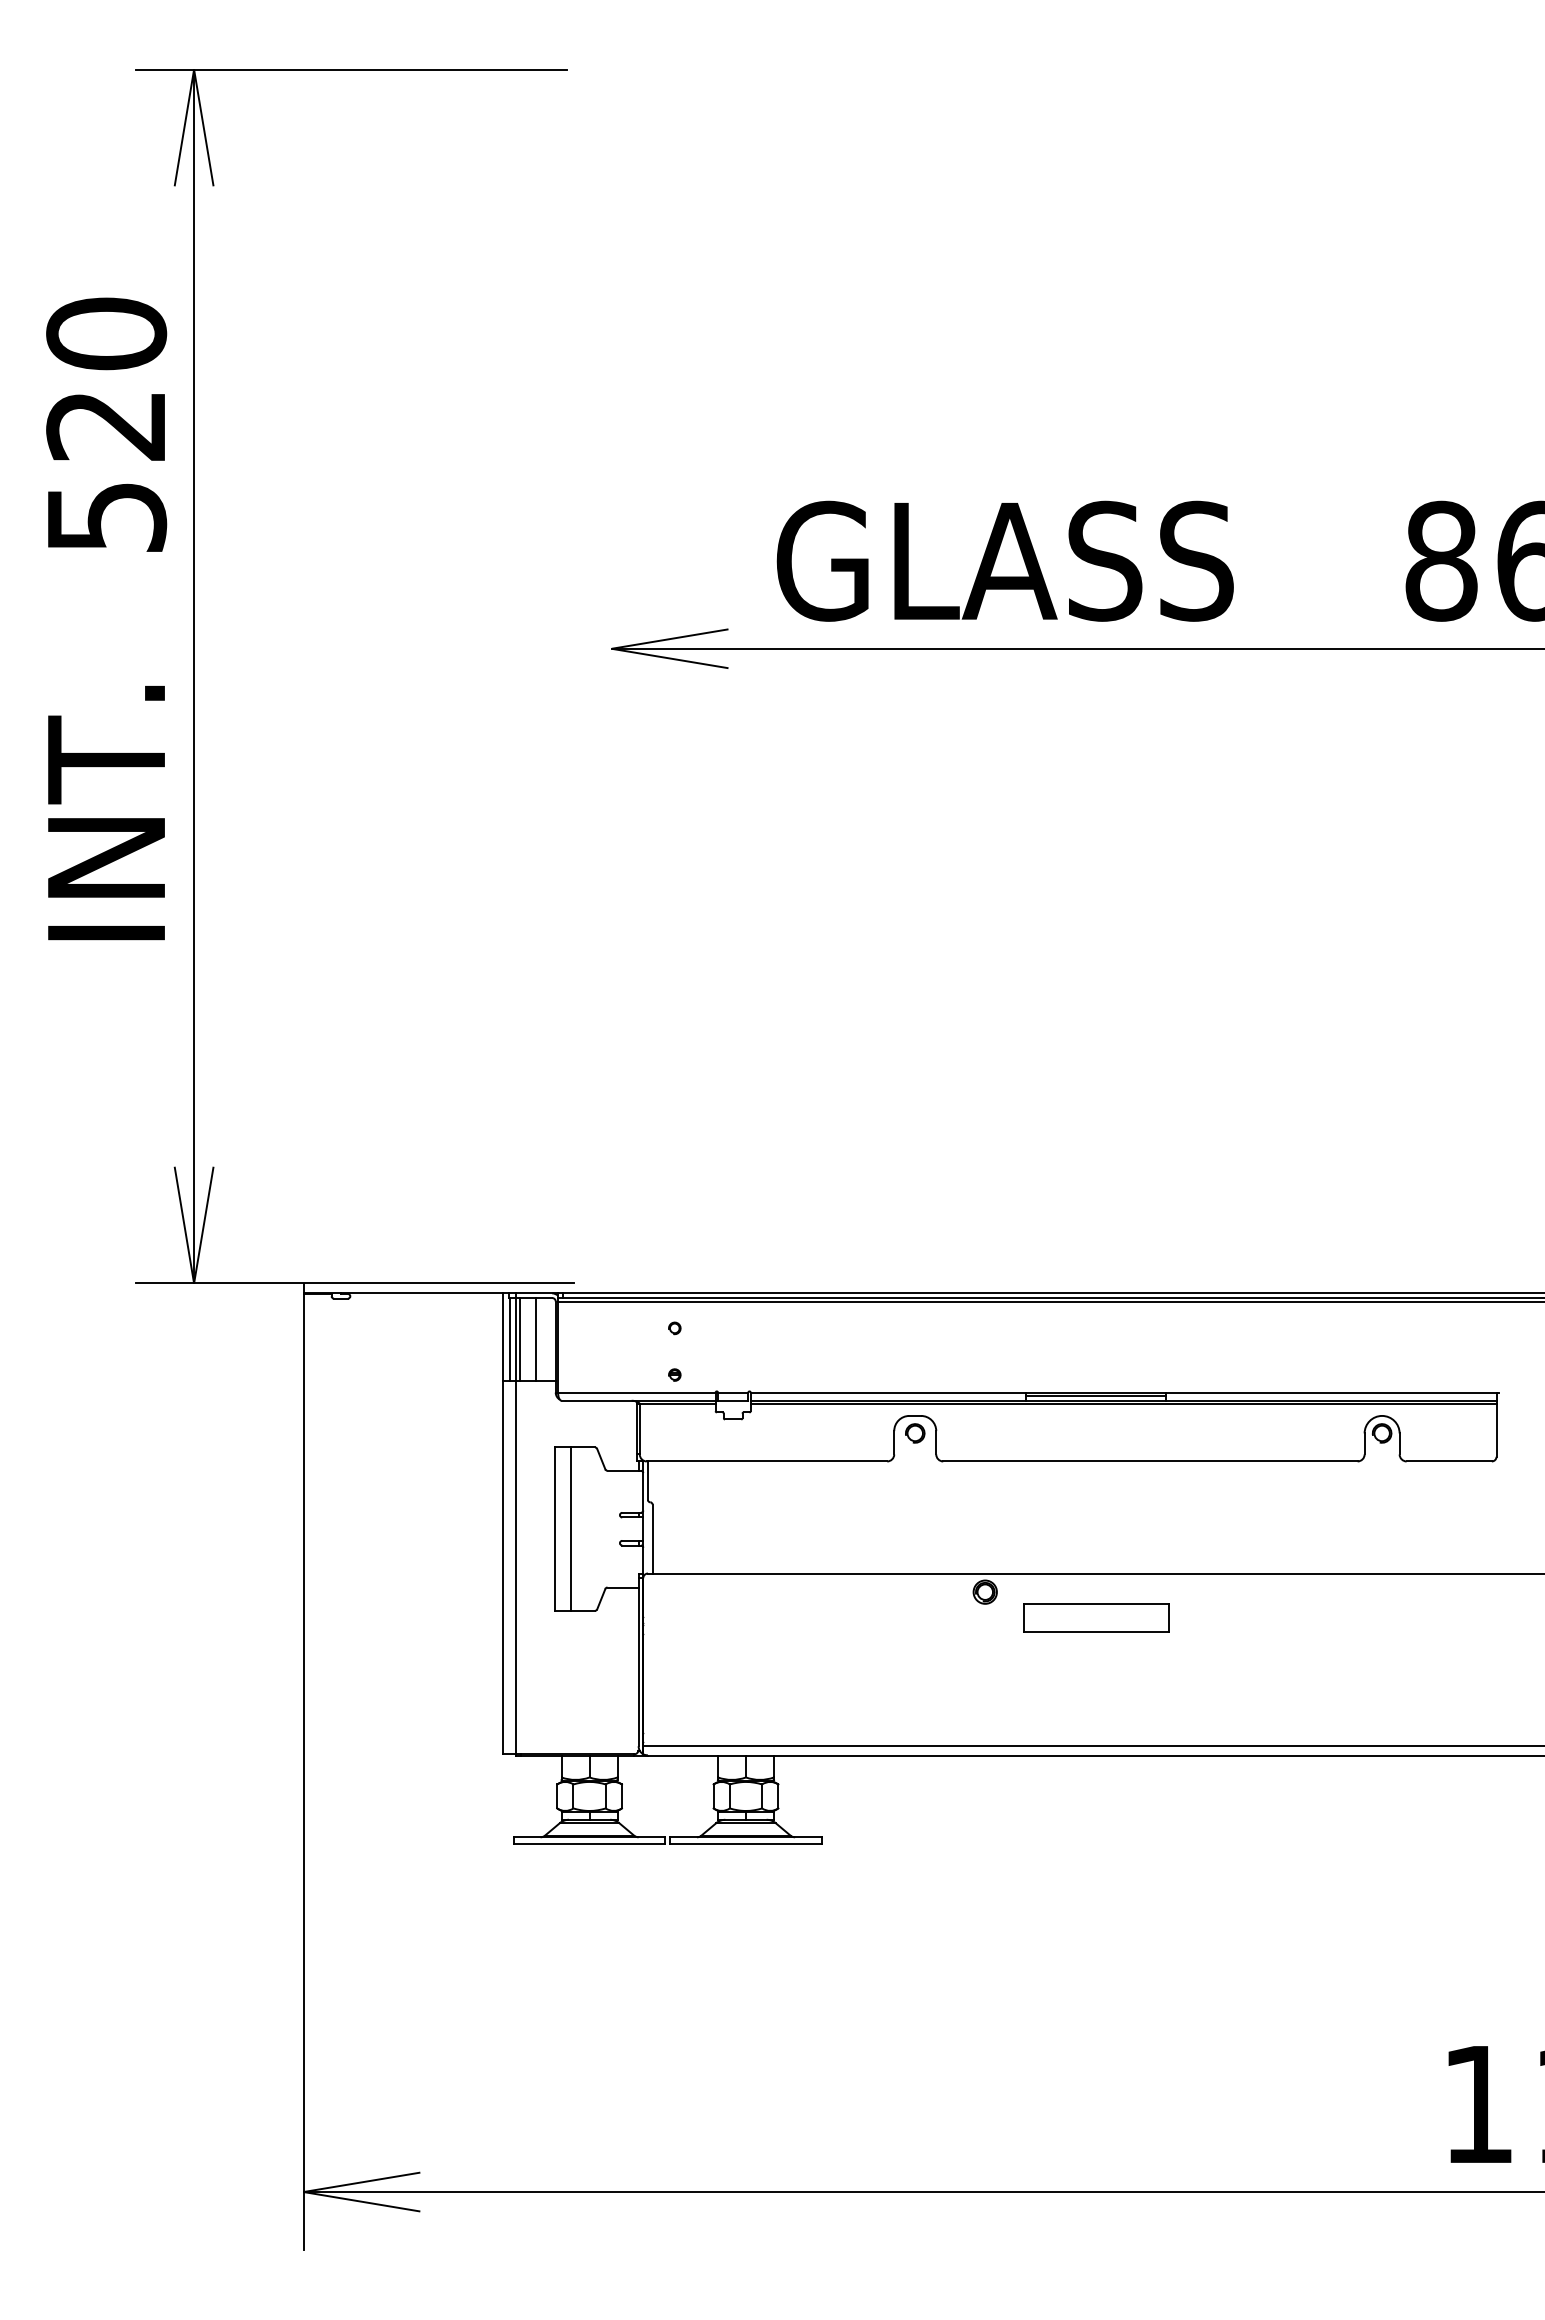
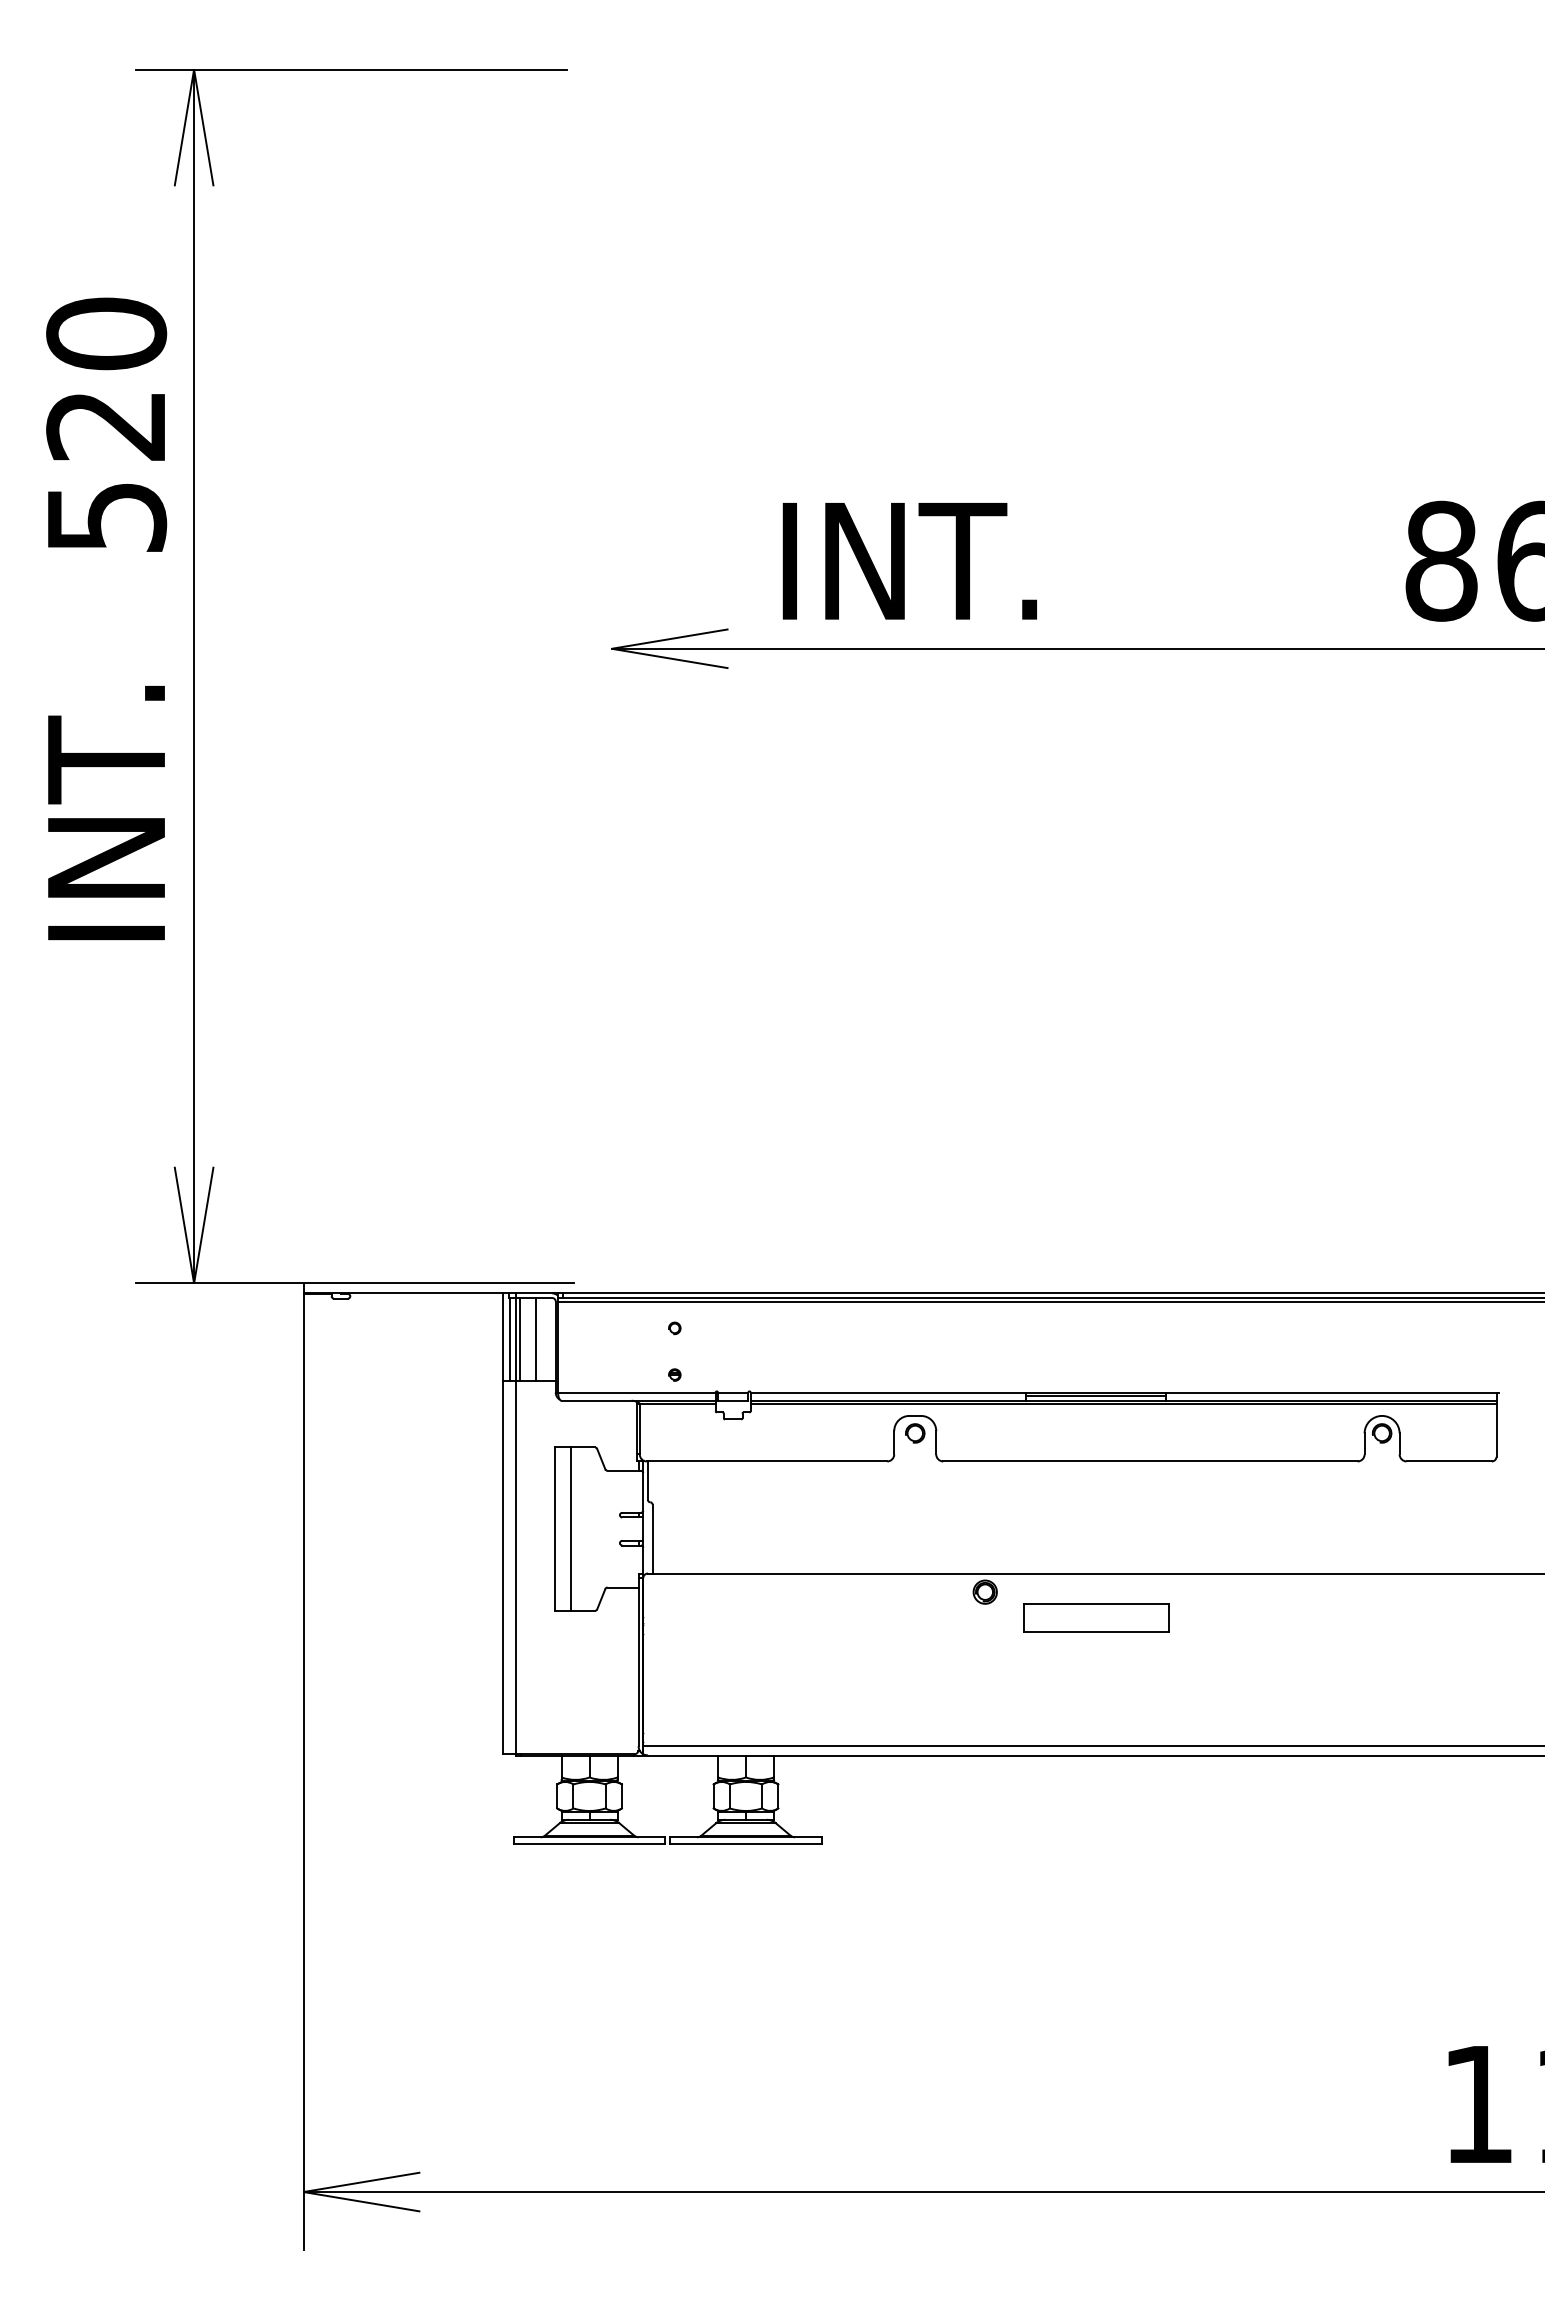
text at (1004, 560): GLASS -> INT.
